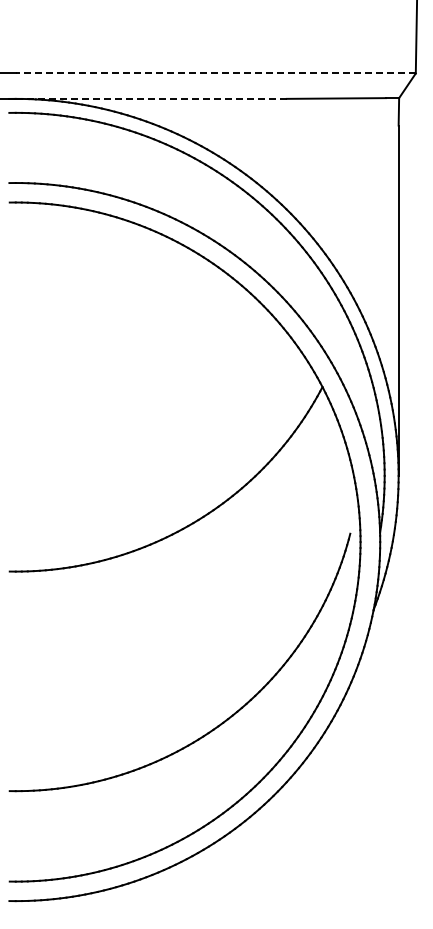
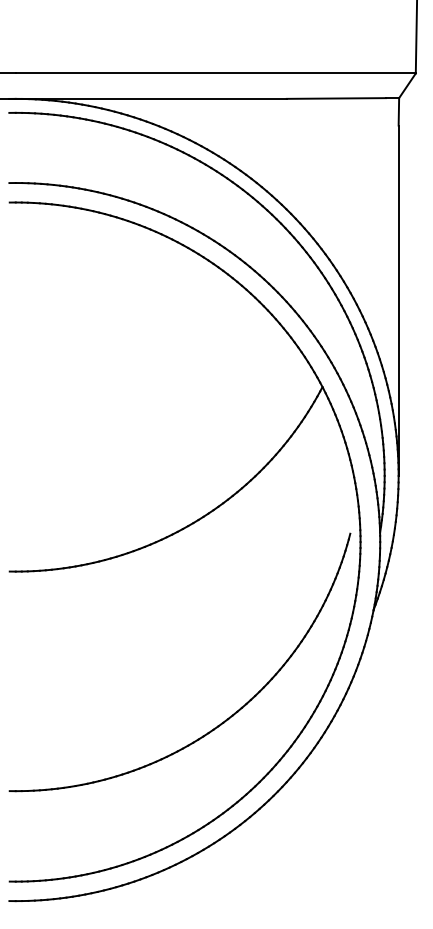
line at (215, 73): dashed -> solid
line at (151, 98): dashed -> solid
